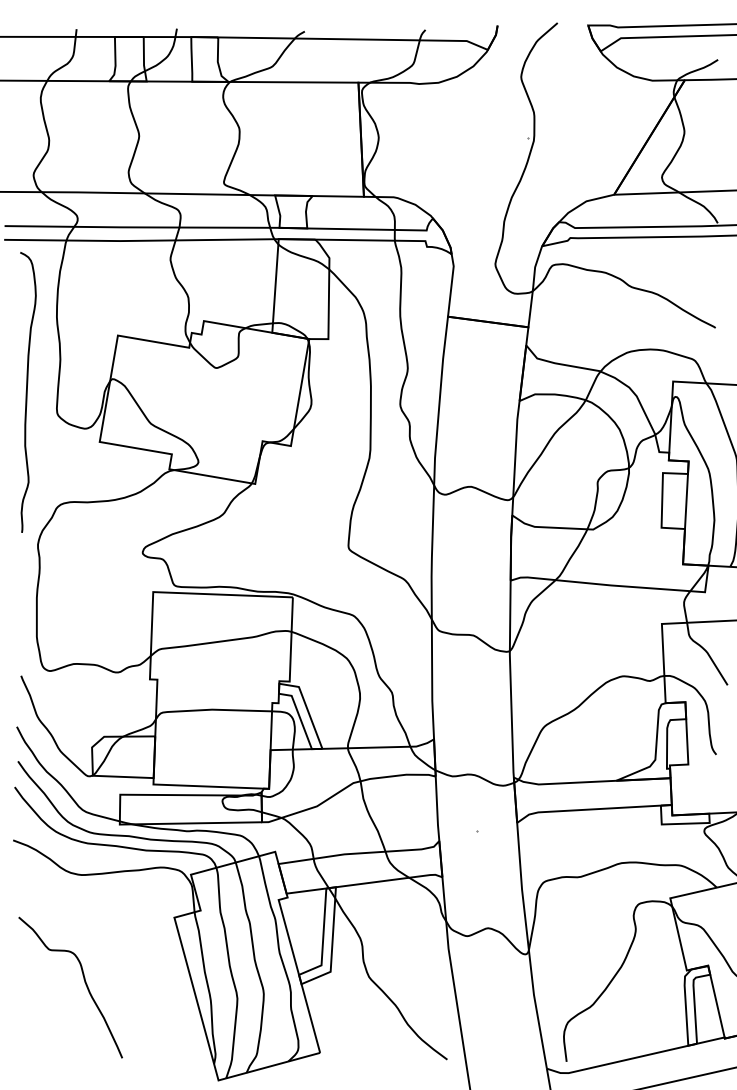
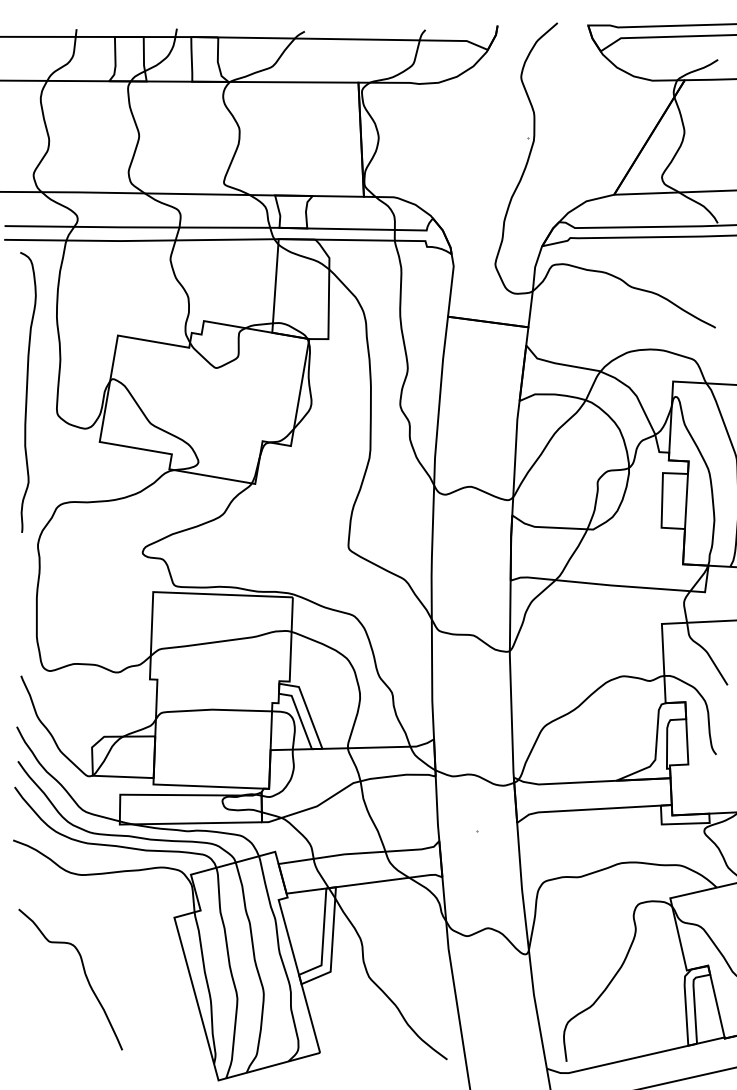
curve at (84, 982) position: (84, 982) -> (84, 974)
